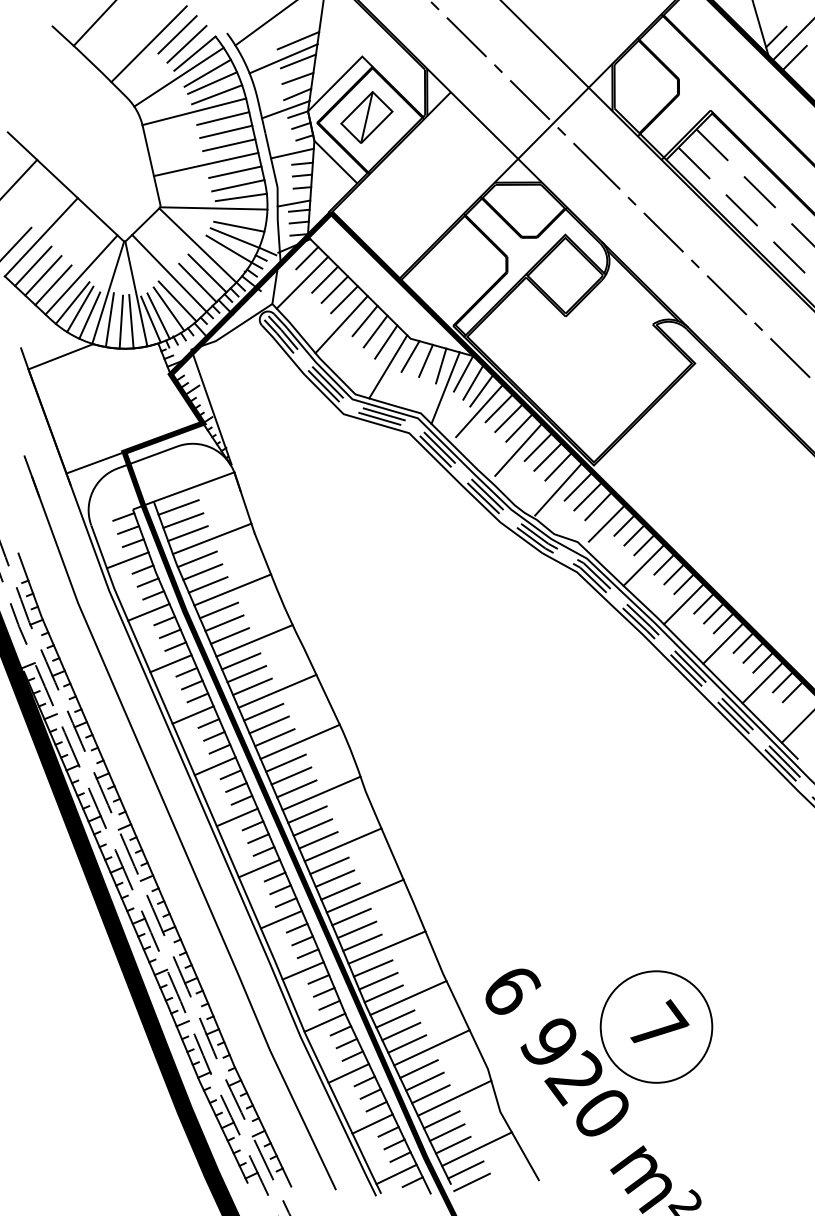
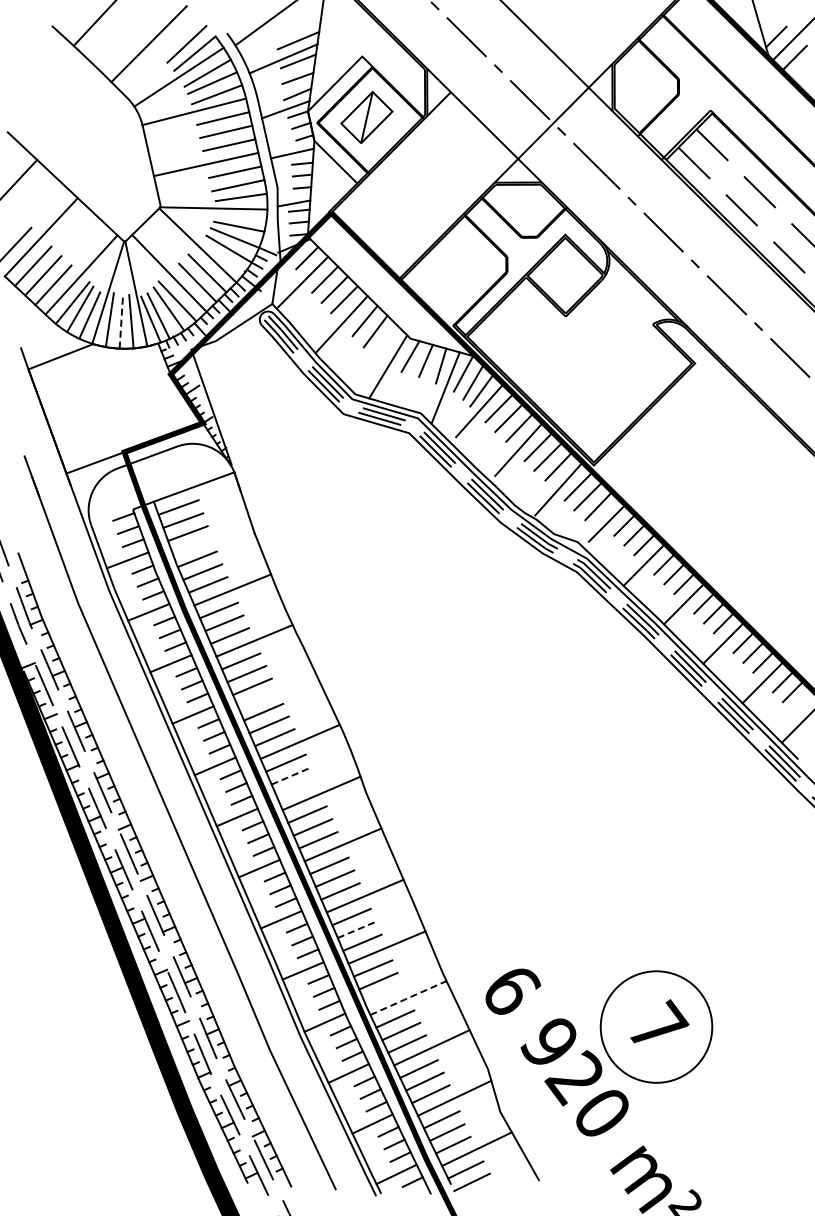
line at (177, 34): present -> none
line at (121, 321): solid -> dashed
line at (386, 341): present -> none
line at (211, 538): present -> none
line at (277, 690): present -> none
line at (291, 776): solid -> dashed
line at (296, 788): present -> none
line at (357, 929): solid -> dashed
line at (383, 993): present -> none
line at (408, 998): solid -> dashed
